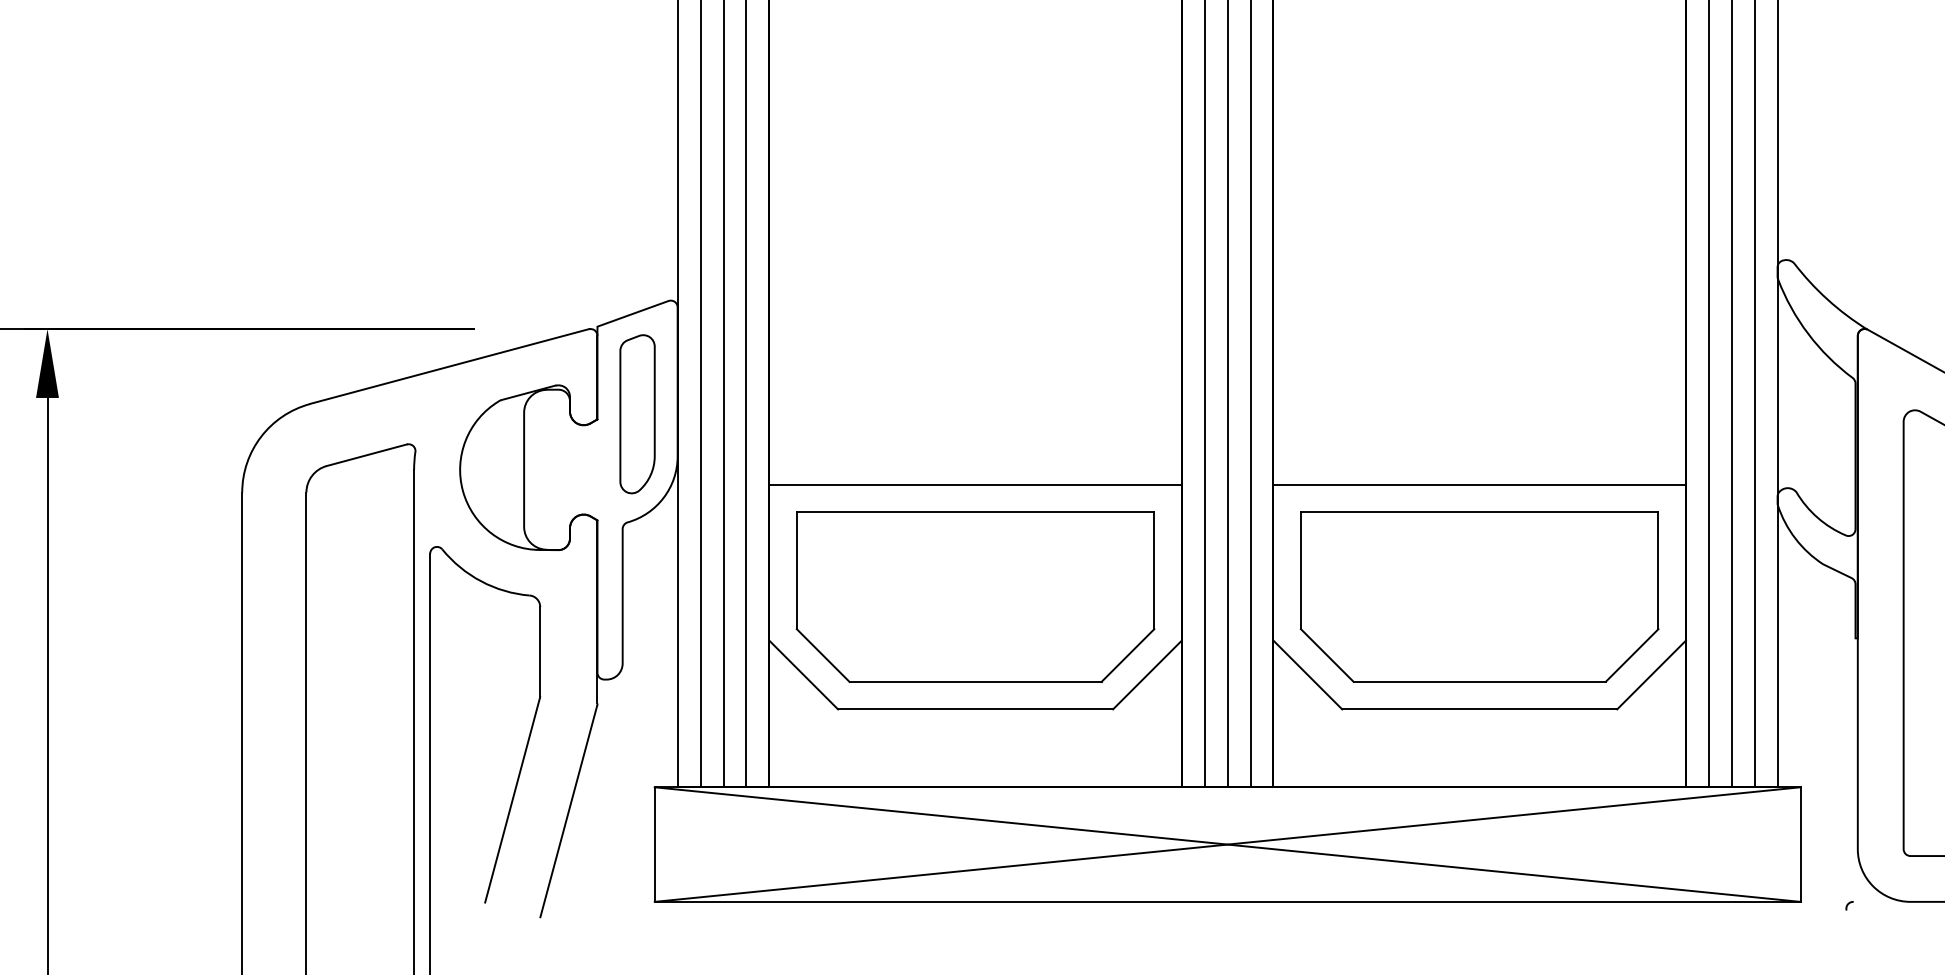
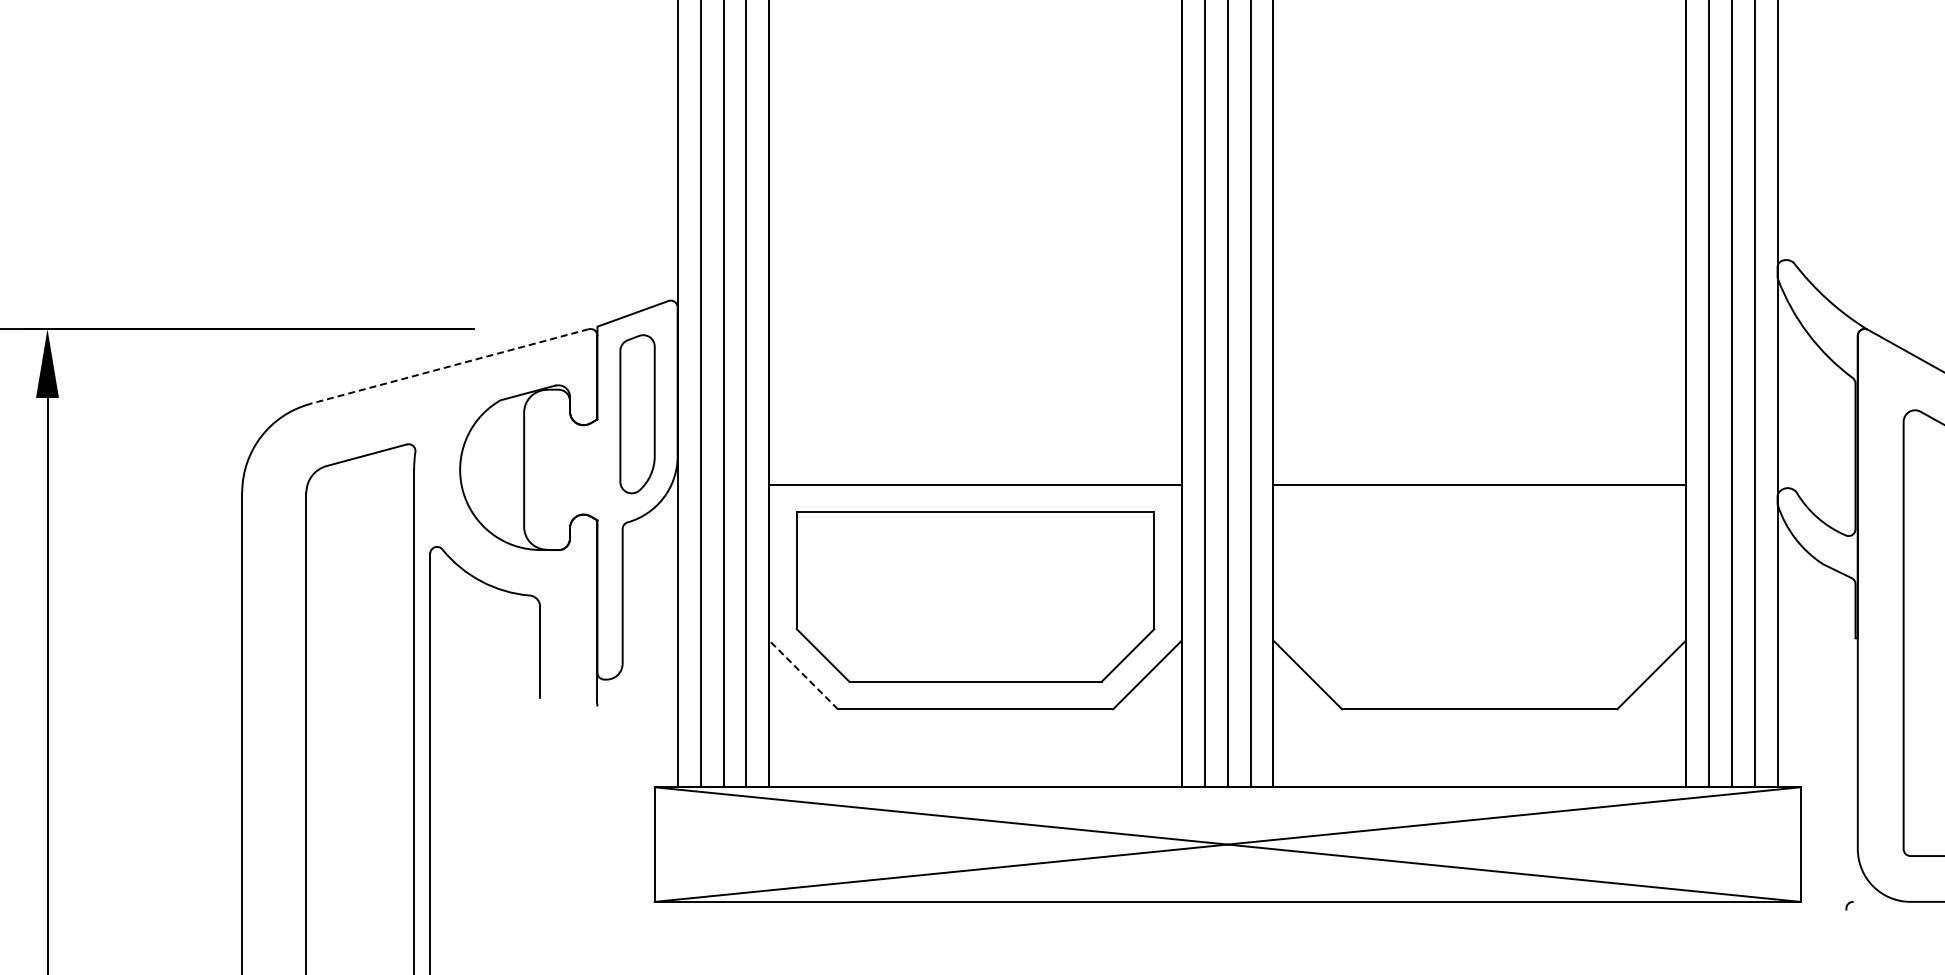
line at (448, 366): solid -> dashed
part at (1479, 596): present -> none
line at (803, 675): solid -> dashed
line at (512, 800): present -> none
line at (568, 811): present -> none
